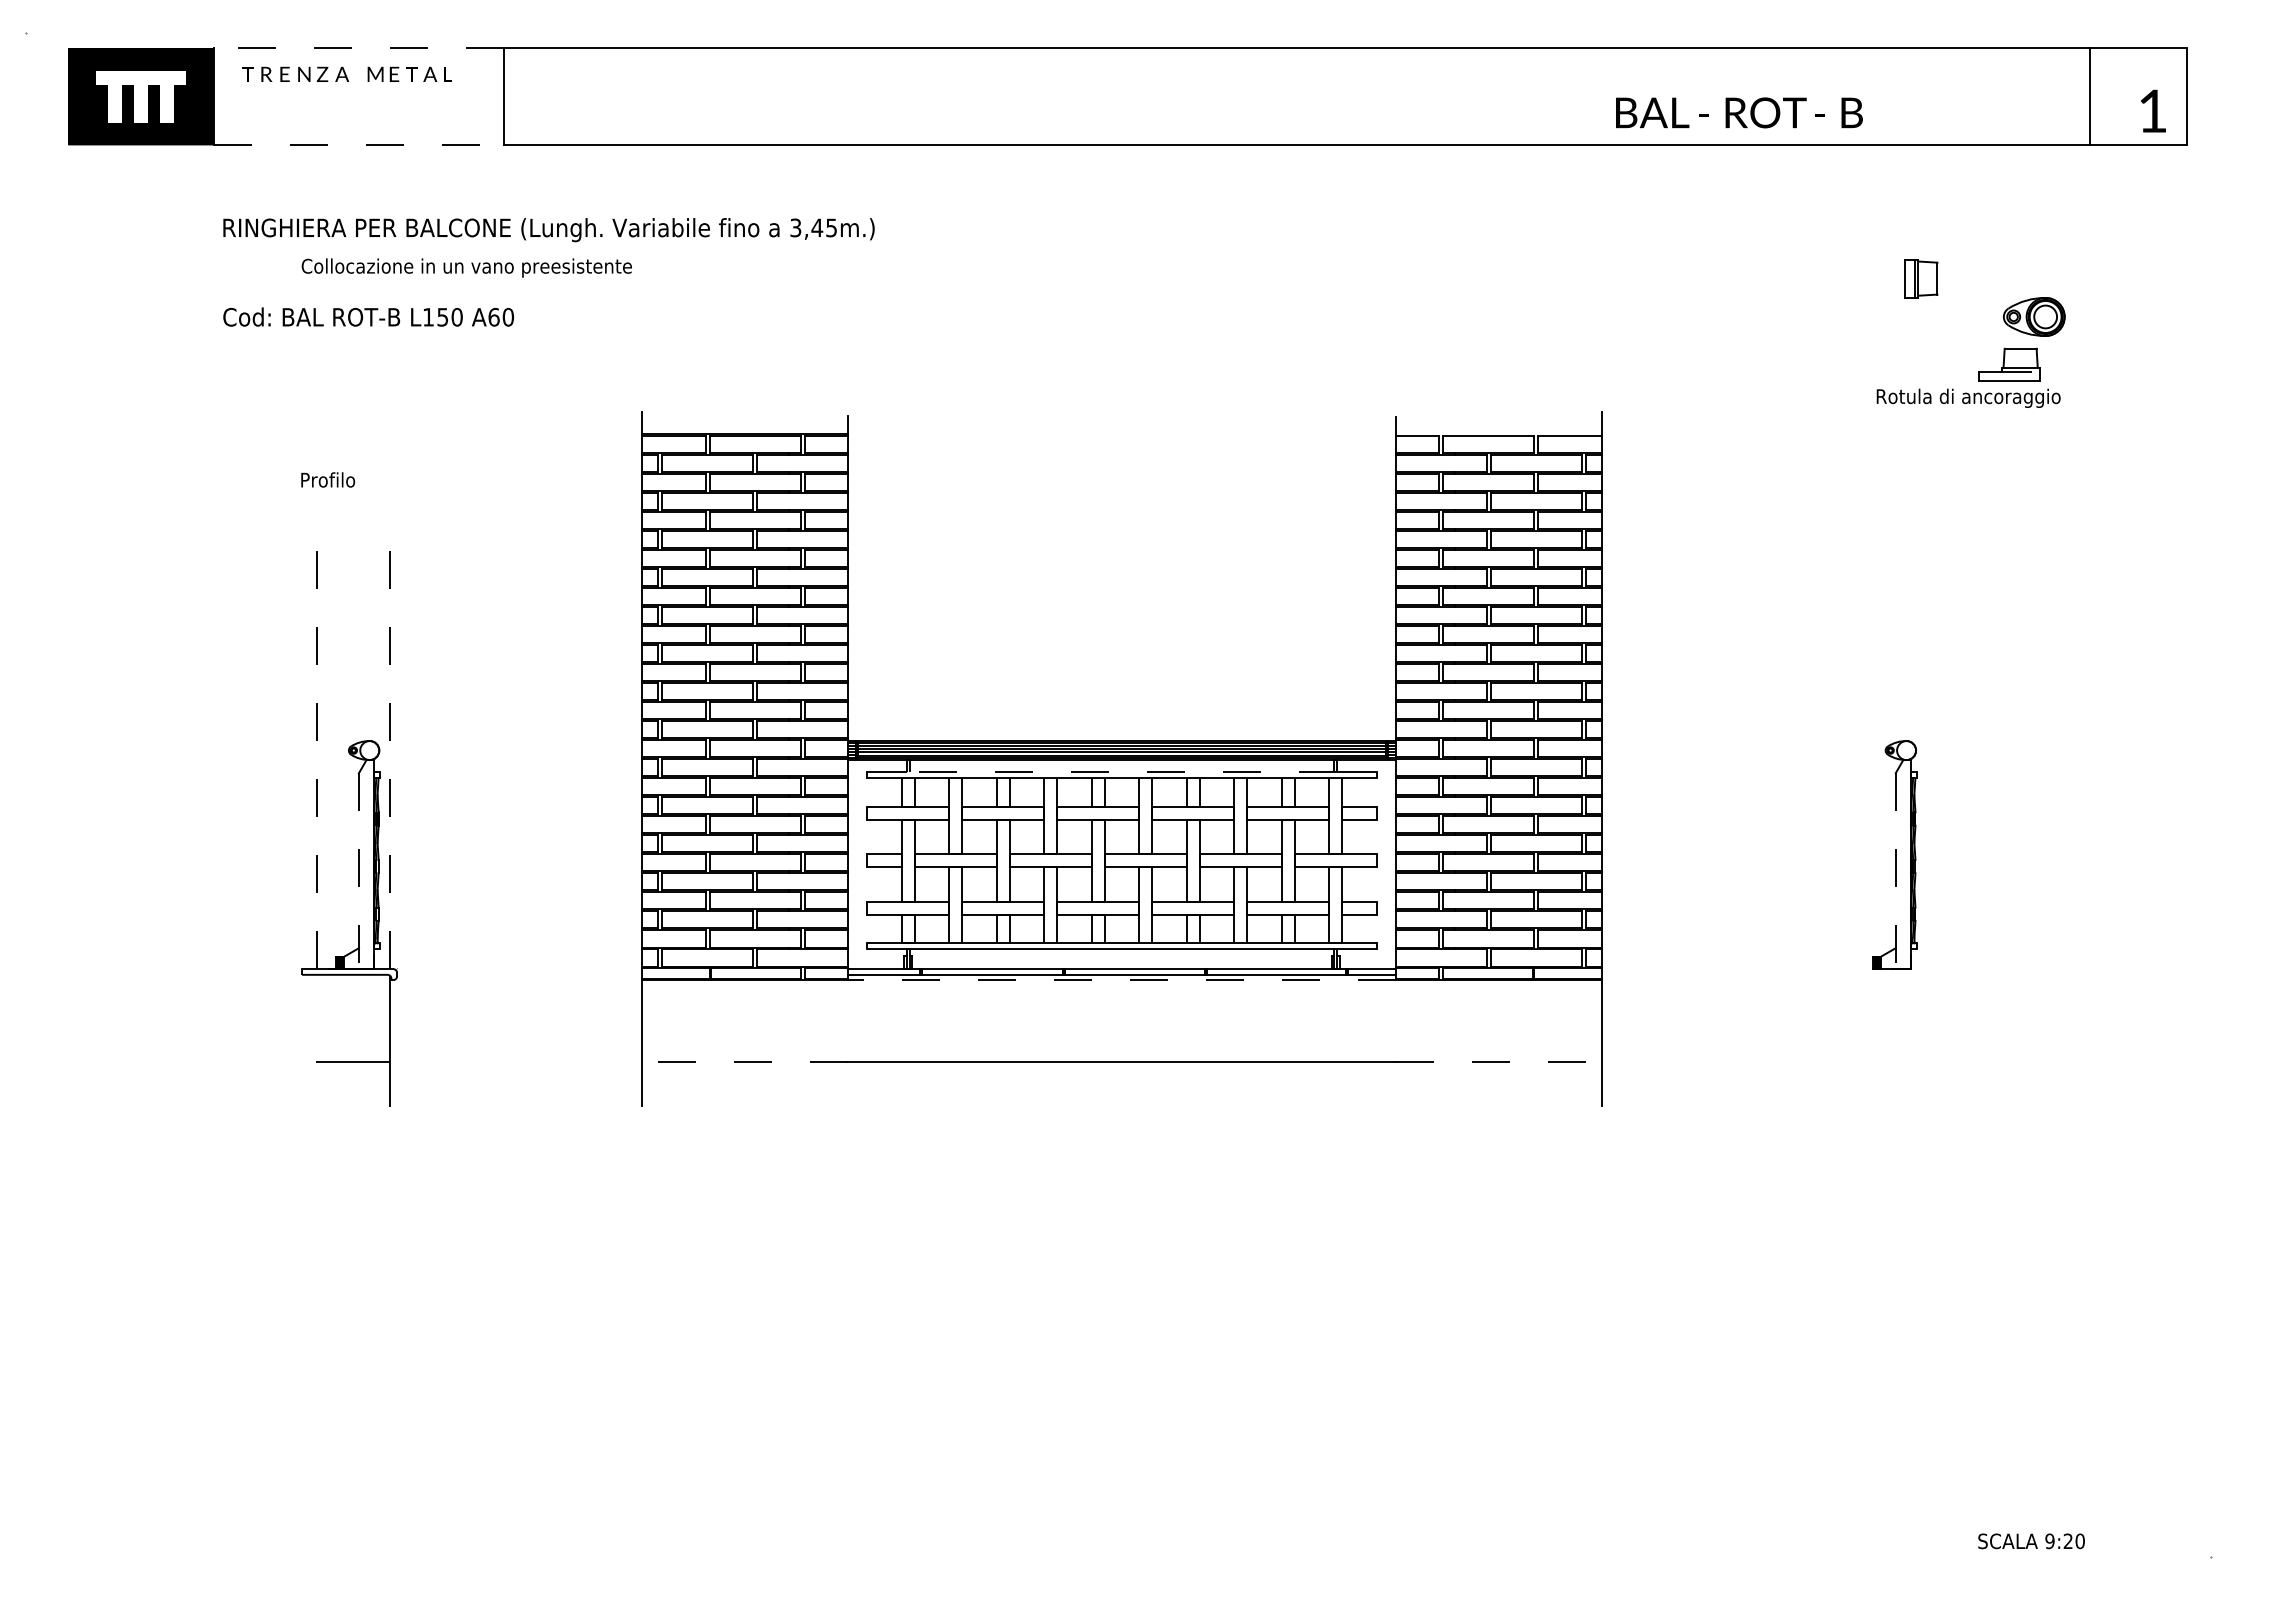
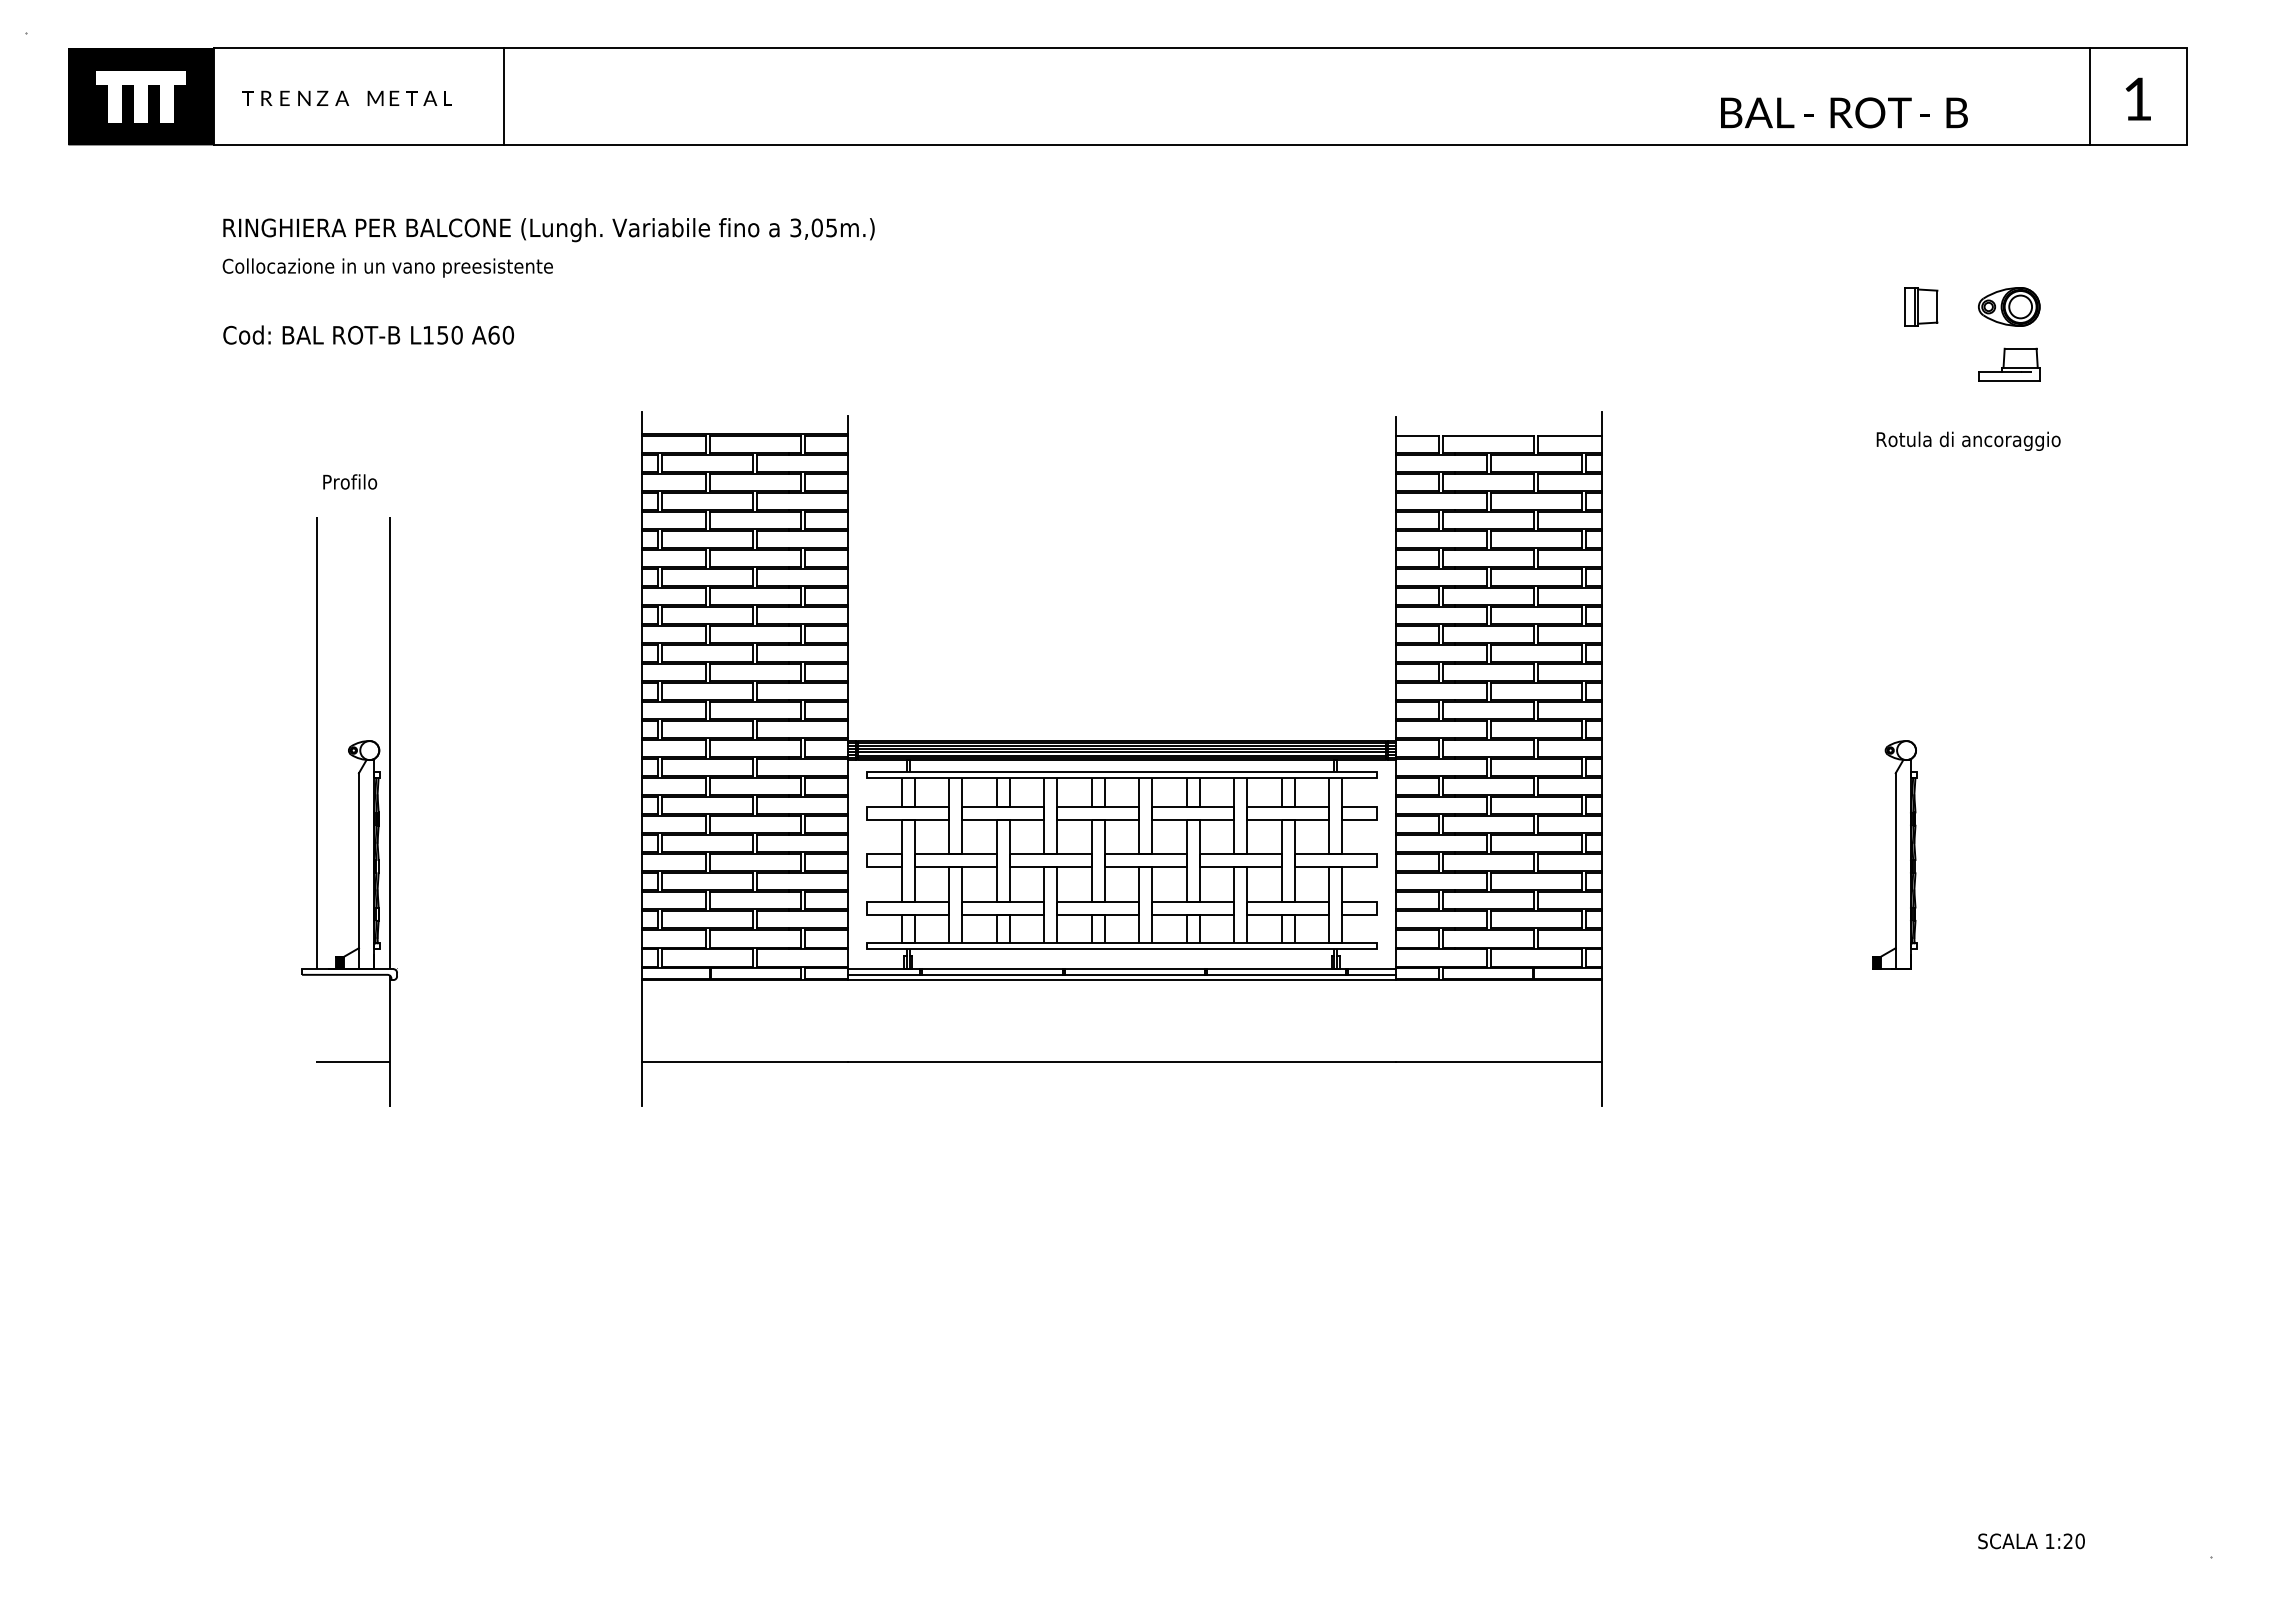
line at (358, 48): dashed -> solid
text at (346, 73) position: (346, 73) -> (346, 97)
text at (2152, 110) position: (2152, 110) -> (2137, 98)
text at (1739, 112) position: (1739, 112) -> (1844, 112)
line at (359, 145): dashed -> solid
text at (817, 227): 3,45m.) -> 3,05m.)
text at (466, 267) position: (466, 267) -> (387, 267)
part at (1921, 278) position: (1921, 278) -> (1921, 306)
text at (368, 316) position: (368, 316) -> (368, 334)
part at (2034, 316) position: (2034, 316) -> (2009, 306)
text at (1968, 397) position: (1968, 397) -> (1968, 440)
text at (328, 479) position: (328, 479) -> (350, 481)
line at (316, 743): dashed -> solid
line at (389, 743): dashed -> solid
line at (1121, 772): dashed -> solid
line at (358, 871): dashed -> solid
line at (1895, 871): dashed -> solid
line at (1121, 980): dashed -> solid
line at (744, 1061): dashed -> solid
line at (1499, 1061): dashed -> solid
text at (2049, 1541): 9:20 -> 1:20
